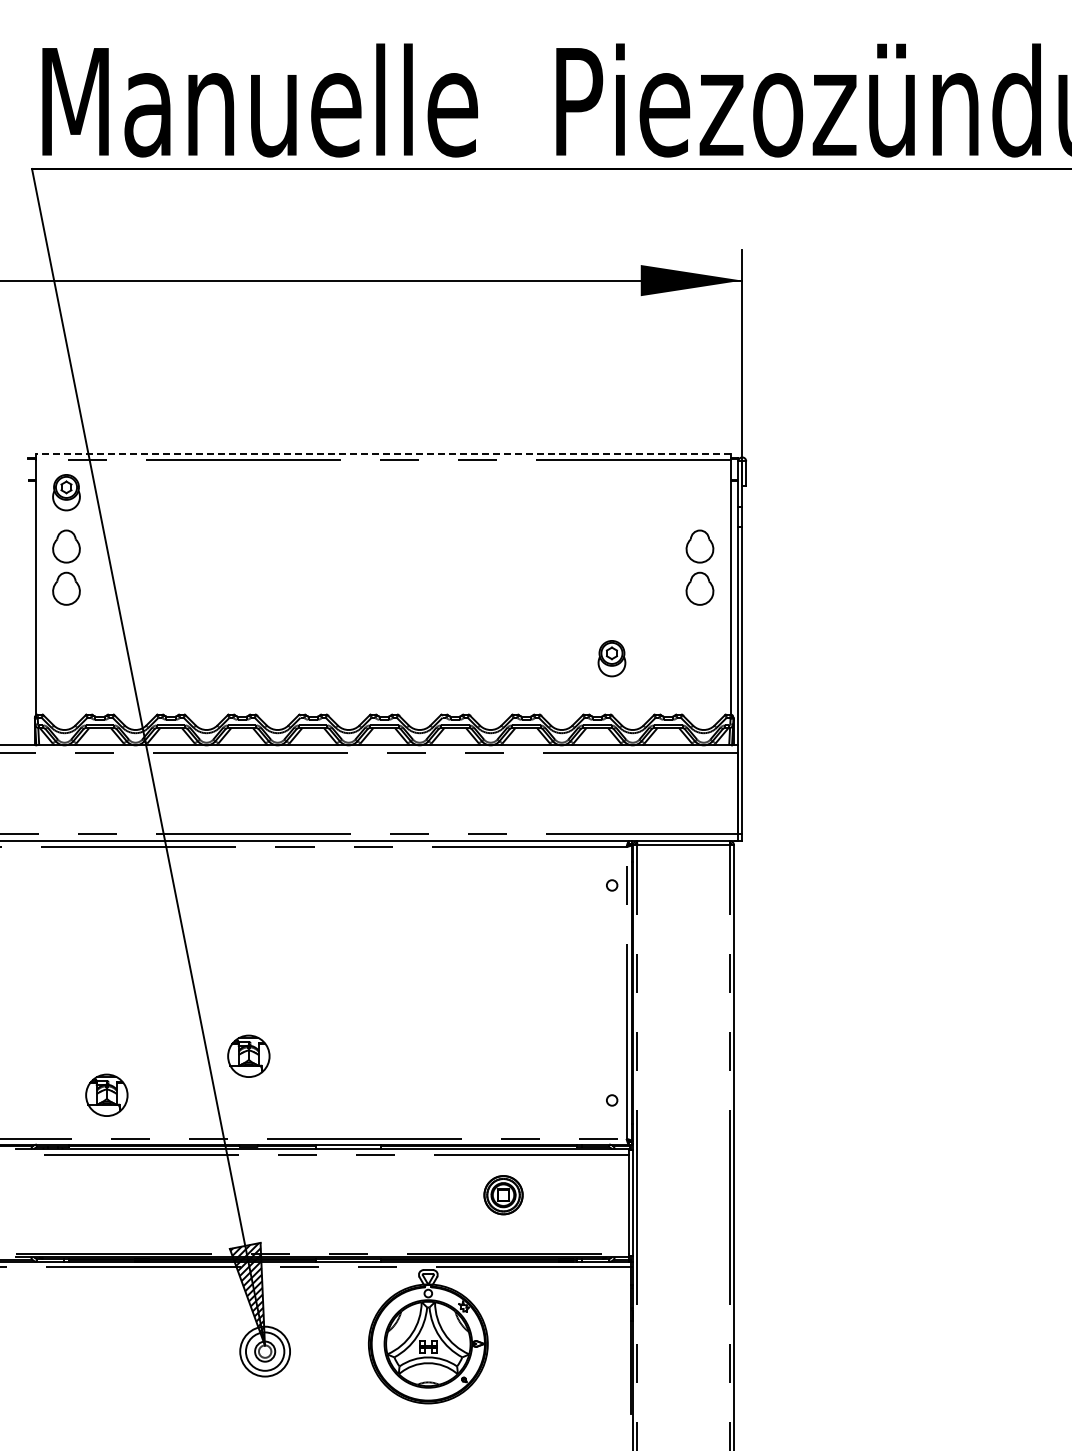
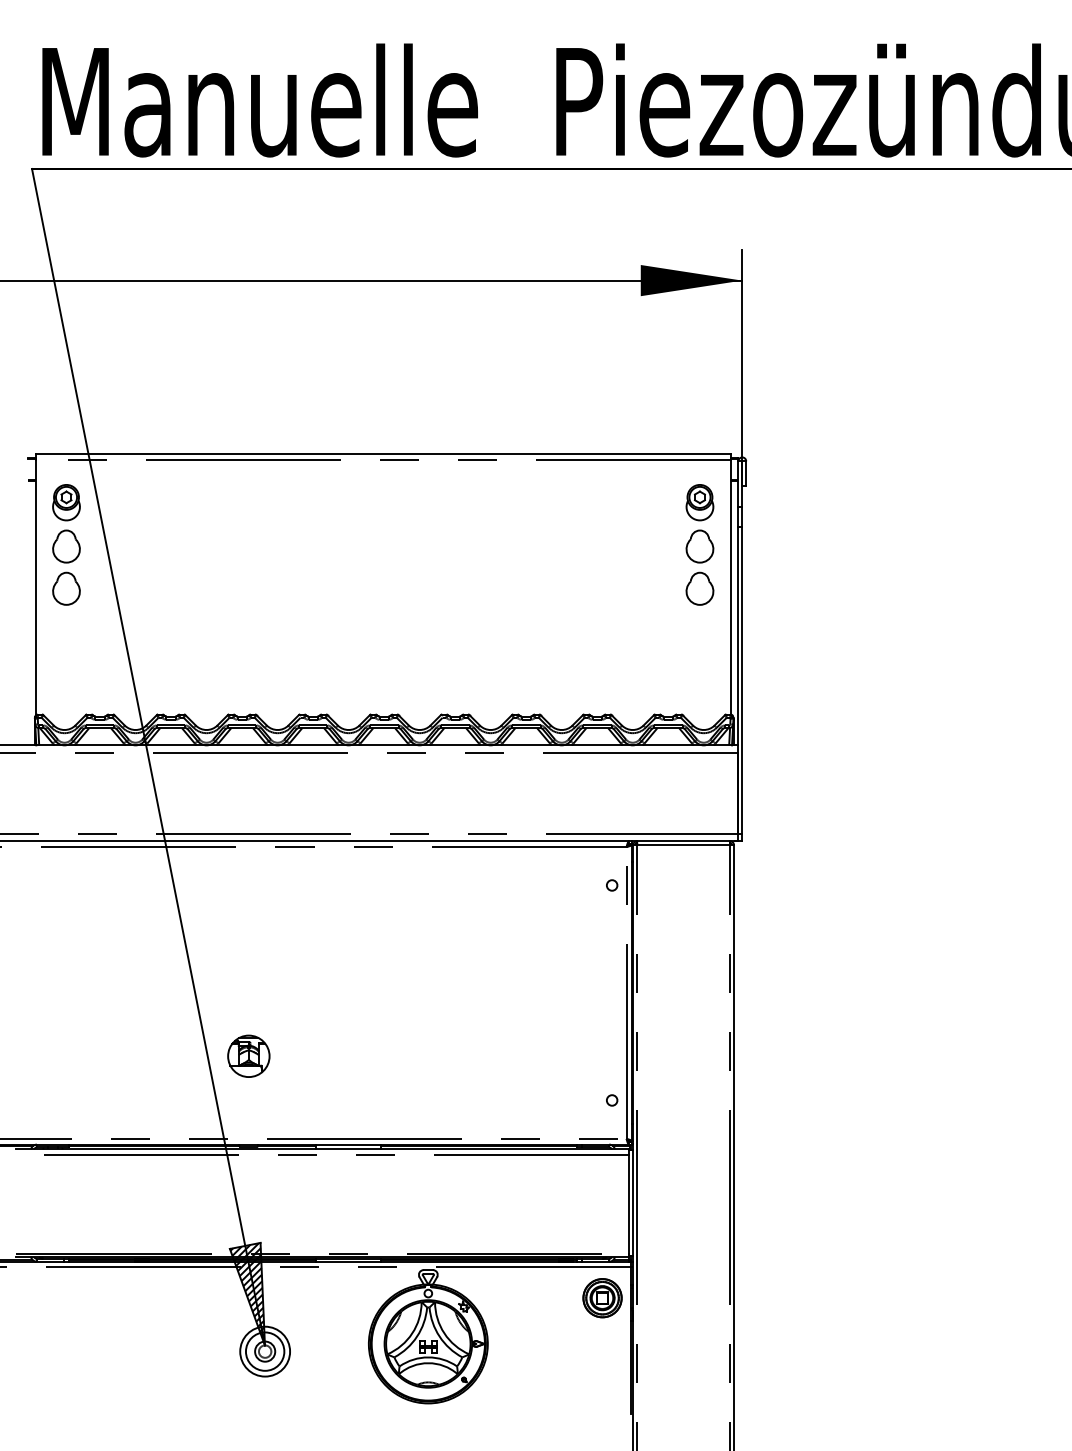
line at (382, 454): dashed -> solid
part at (66, 492) position: (66, 492) -> (66, 502)
part at (611, 658) position: (611, 658) -> (699, 502)
part at (106, 1094): present -> none
part at (503, 1195) position: (503, 1195) -> (602, 1298)
